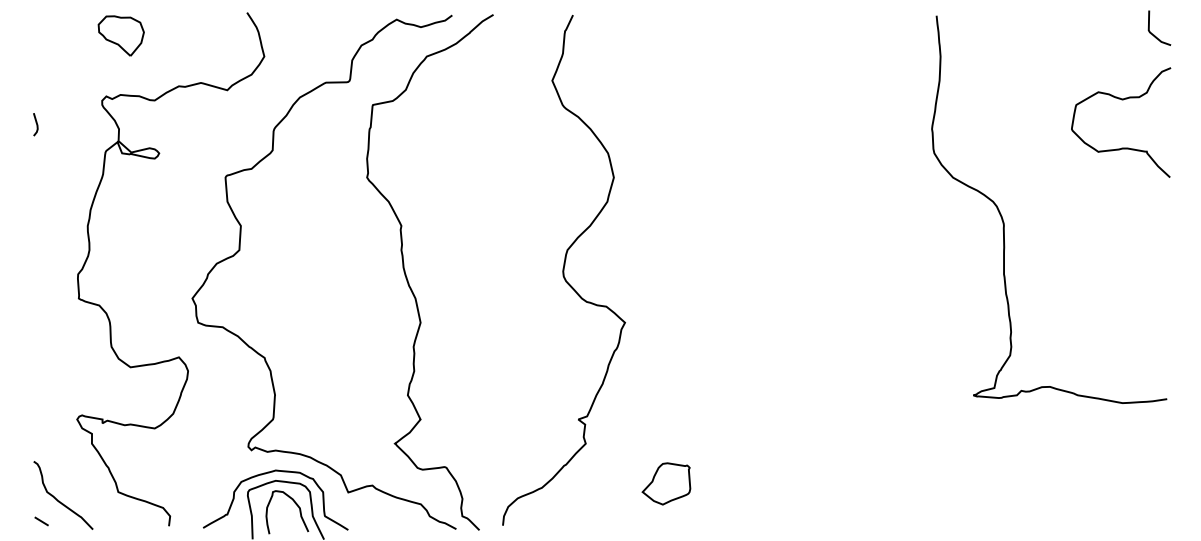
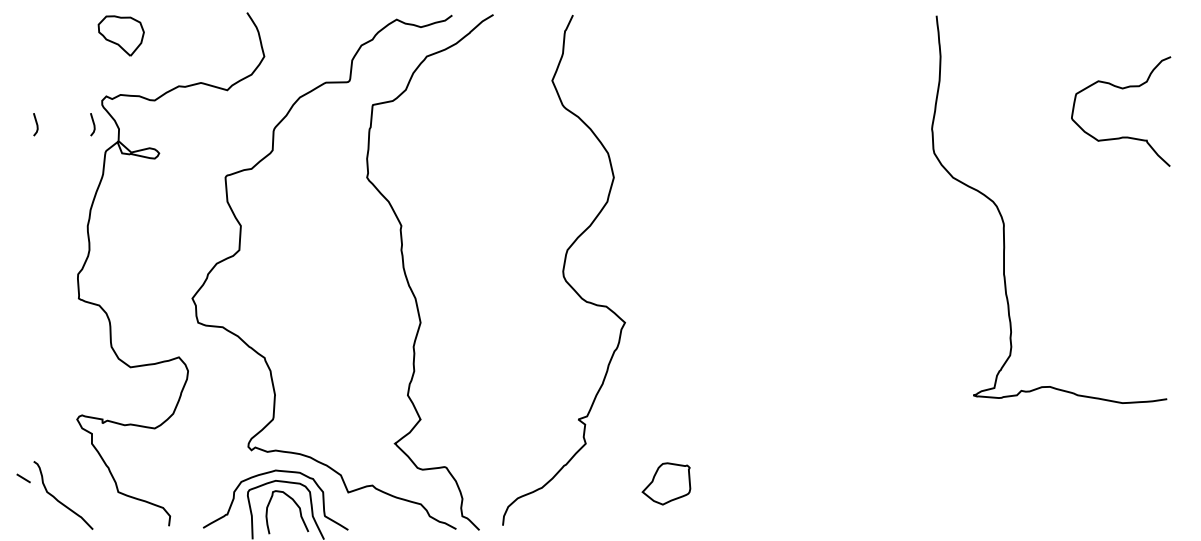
line at (1154, 34): present -> none
curve at (1121, 100) position: (1121, 100) -> (1121, 89)
line at (93, 124): none -> present
line at (41, 521) position: (41, 521) -> (23, 478)
